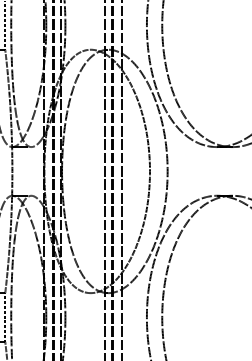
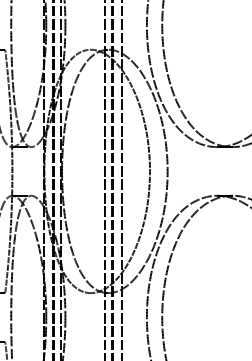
line at (5, 25): present -> none
line at (5, 317): present -> none
